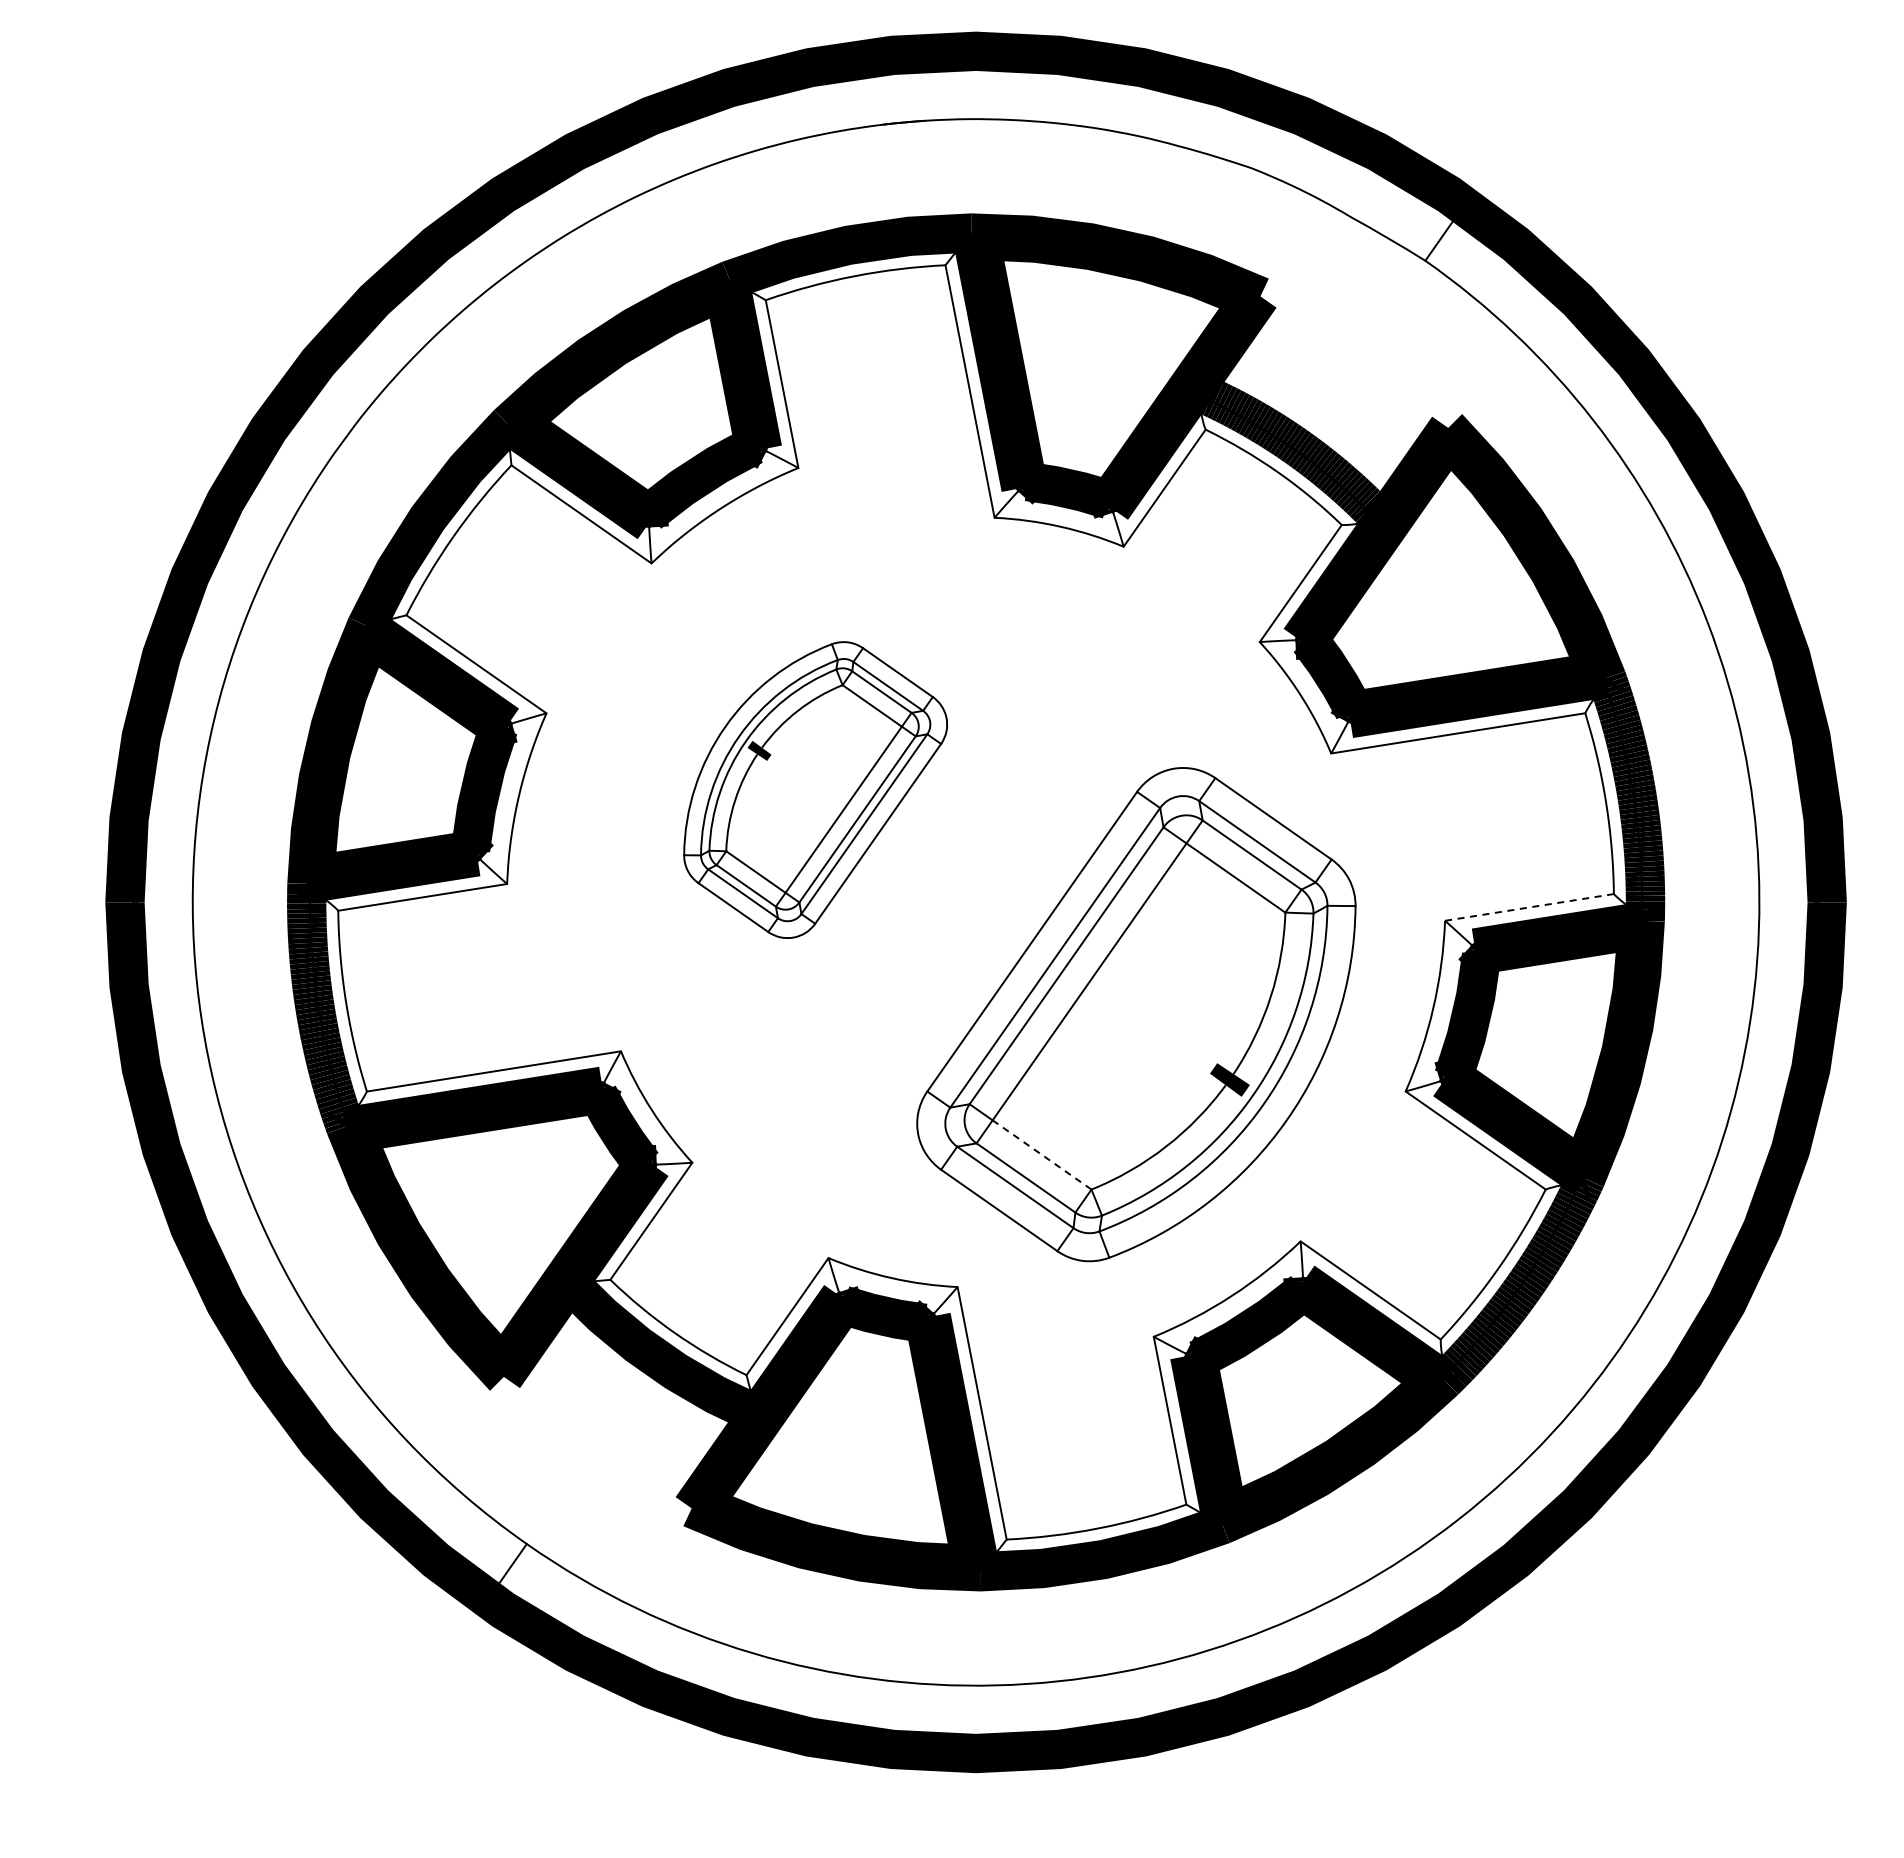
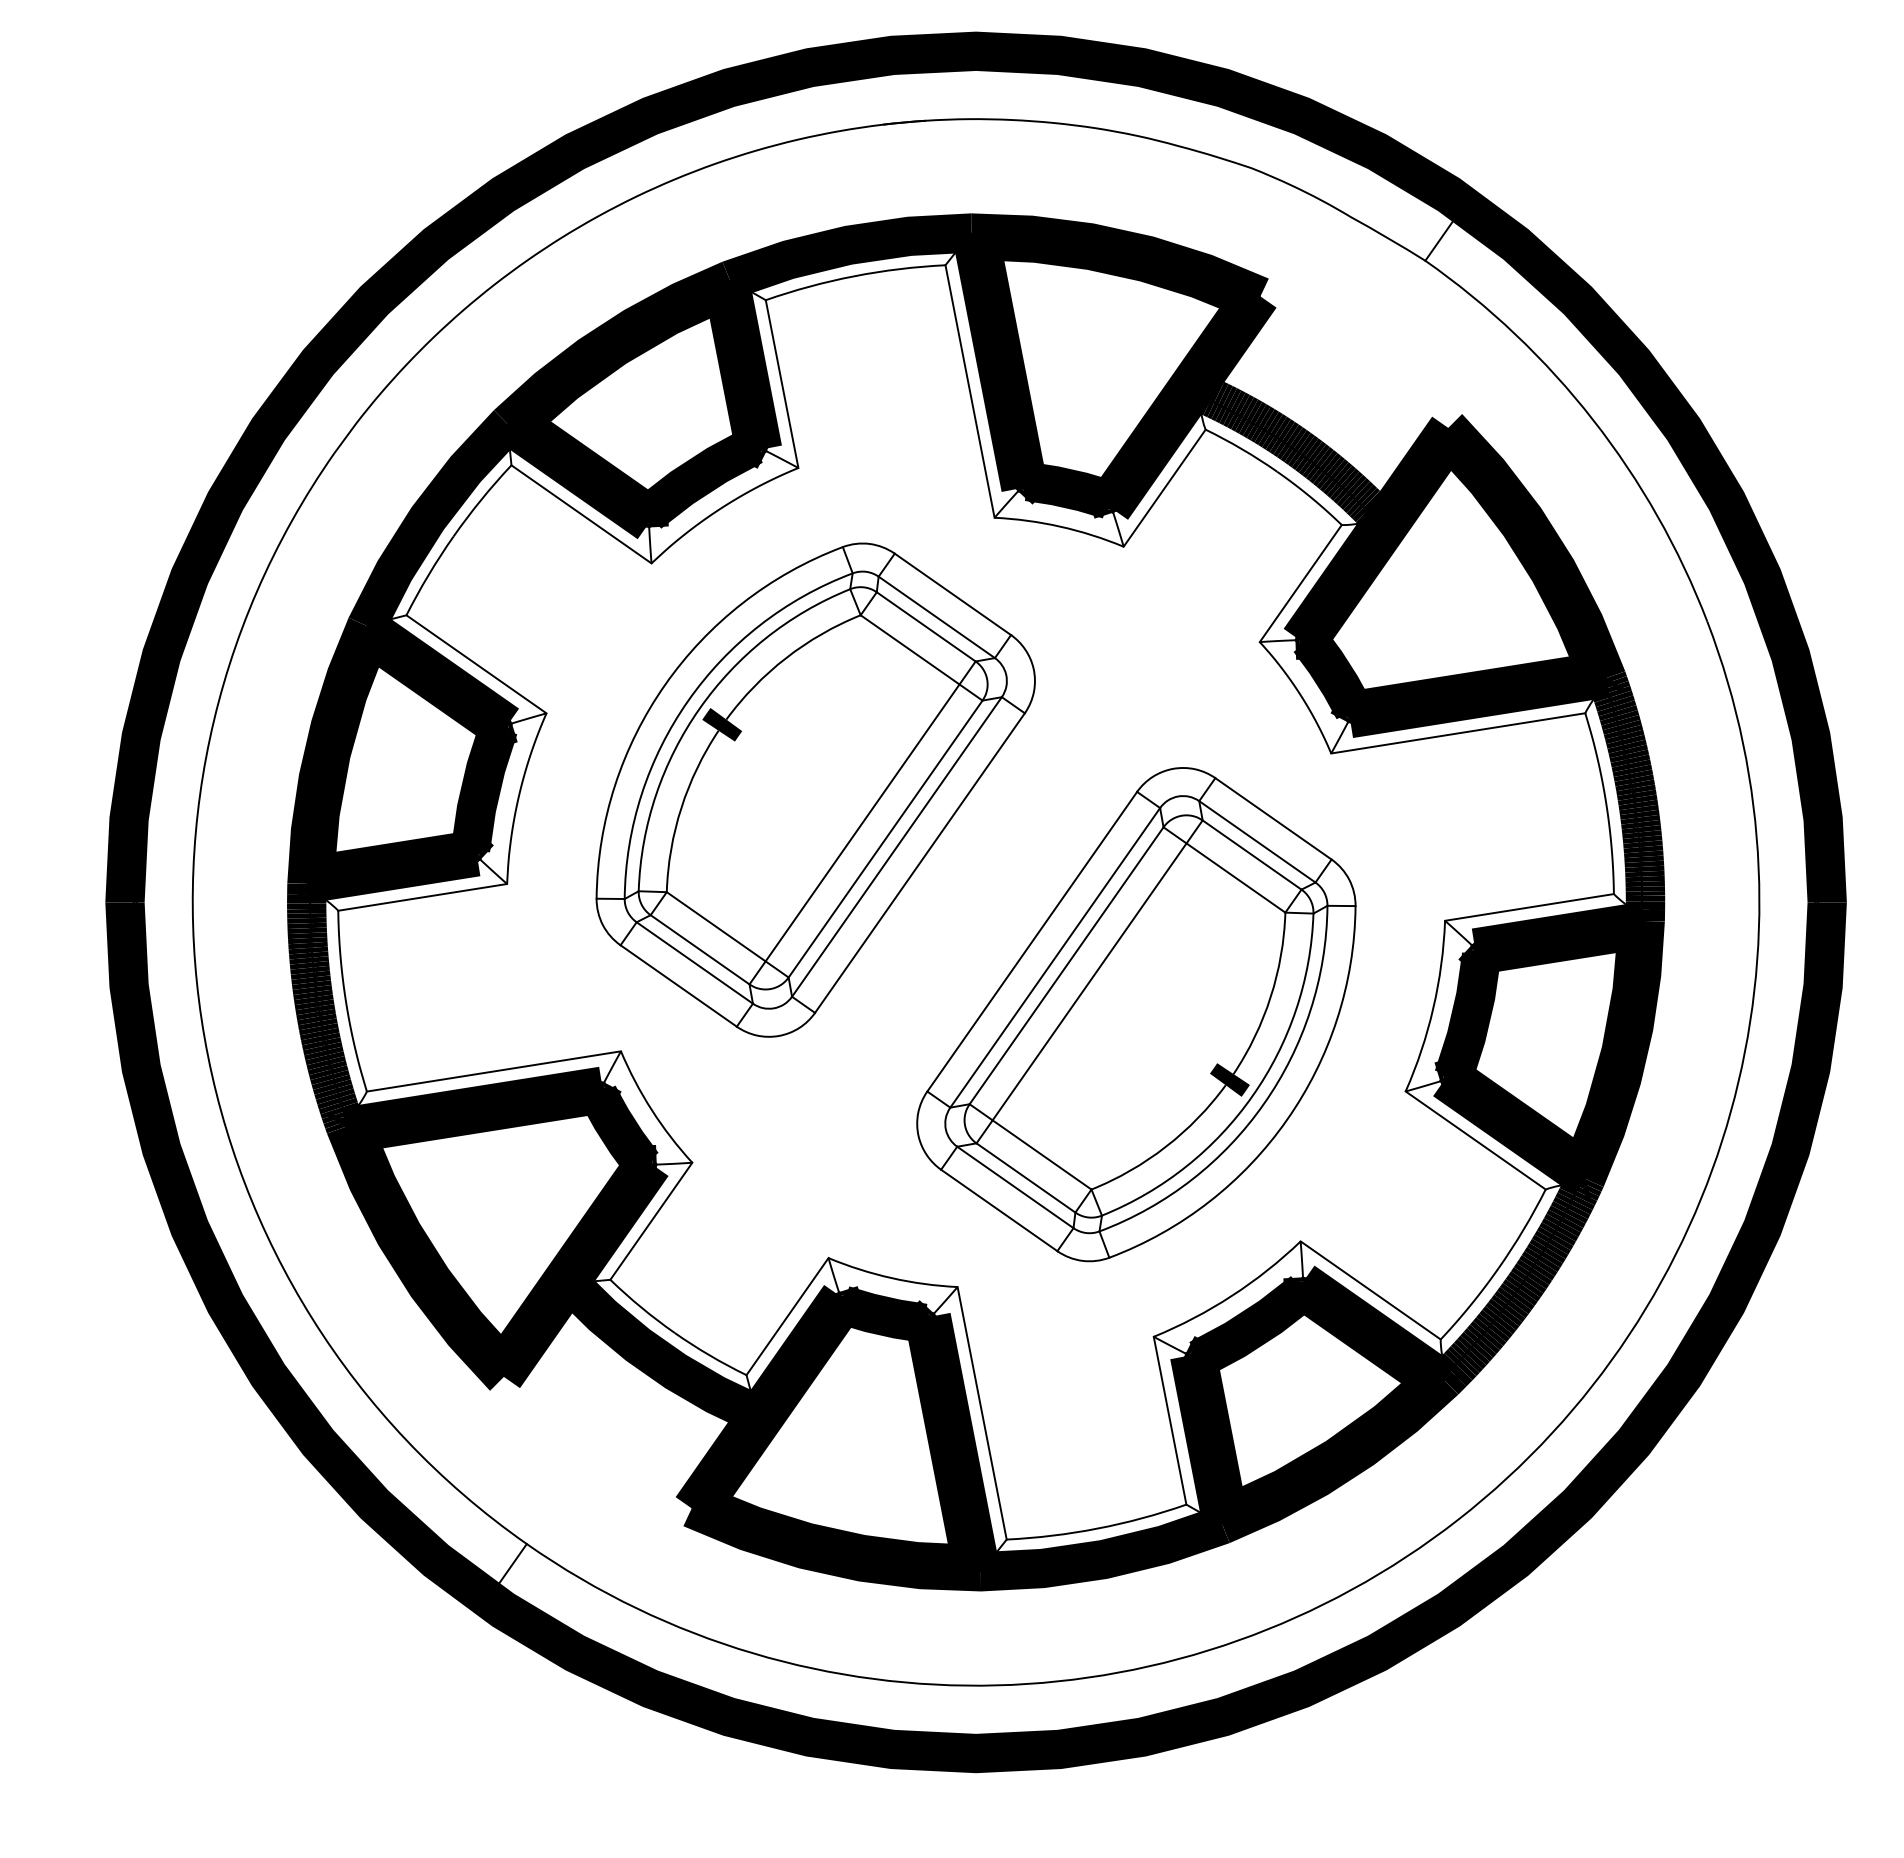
part at (815, 789) size: 265x298 px -> 441x496 px
line at (1529, 907): dashed -> solid
line at (1042, 1155): dashed -> solid
